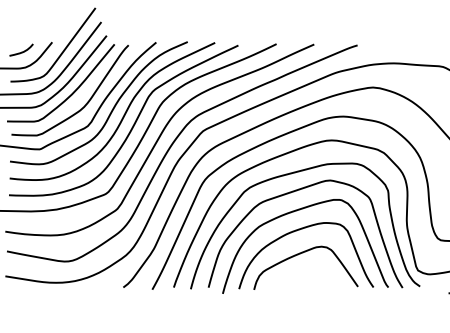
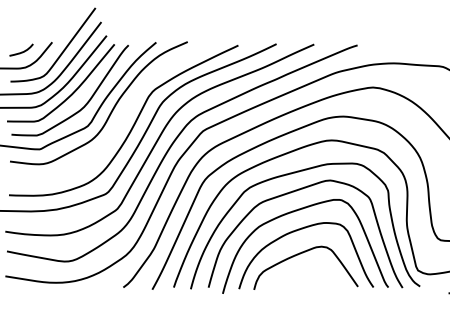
curve at (122, 116): present -> none
